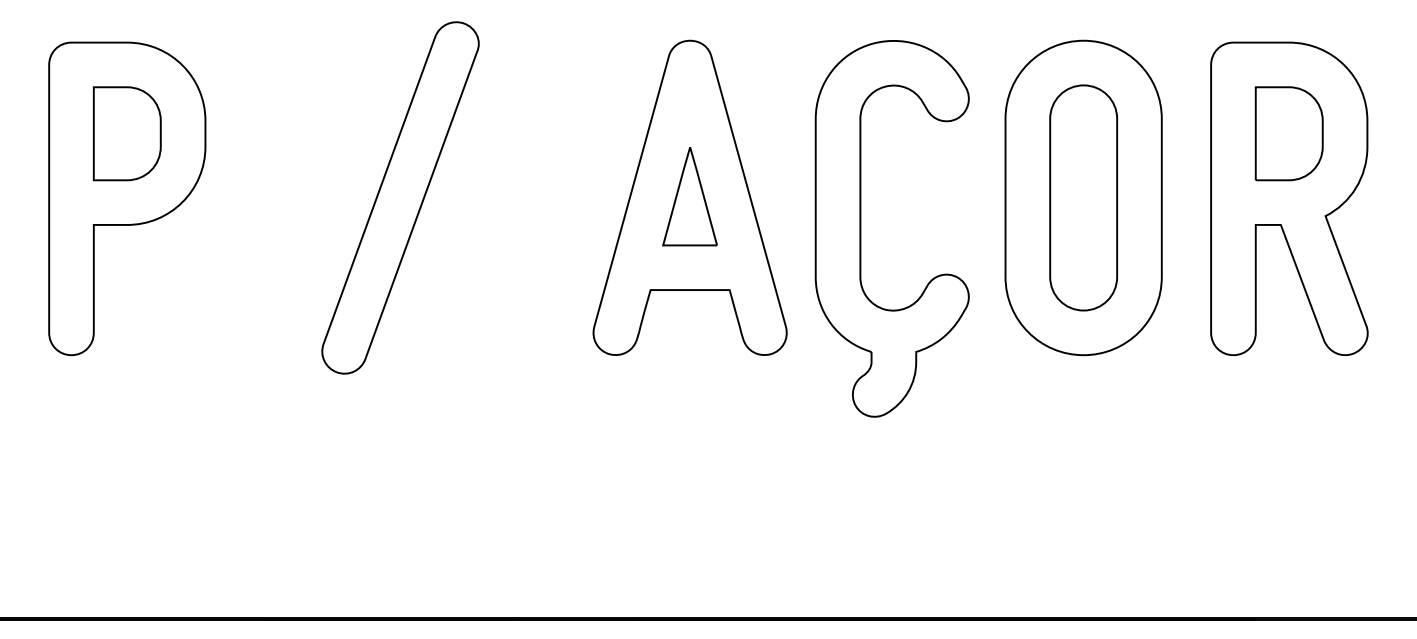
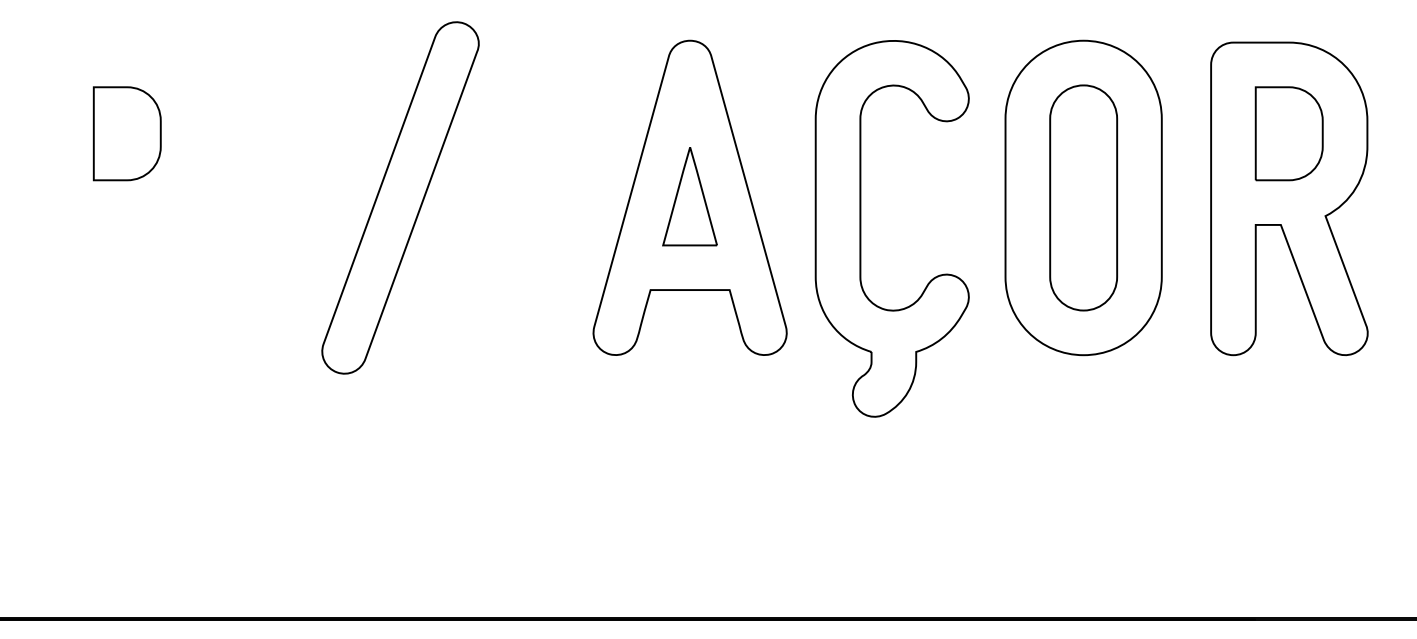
part at (127, 198): present -> none
